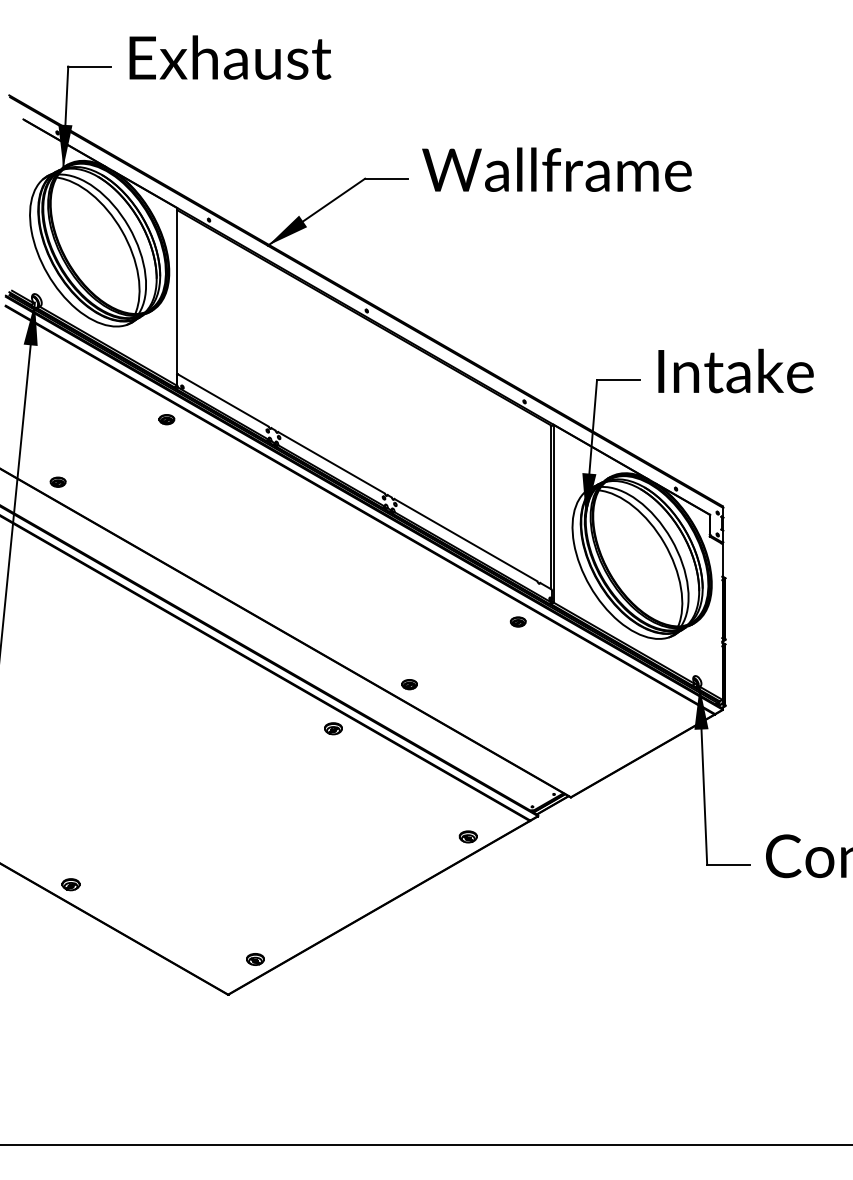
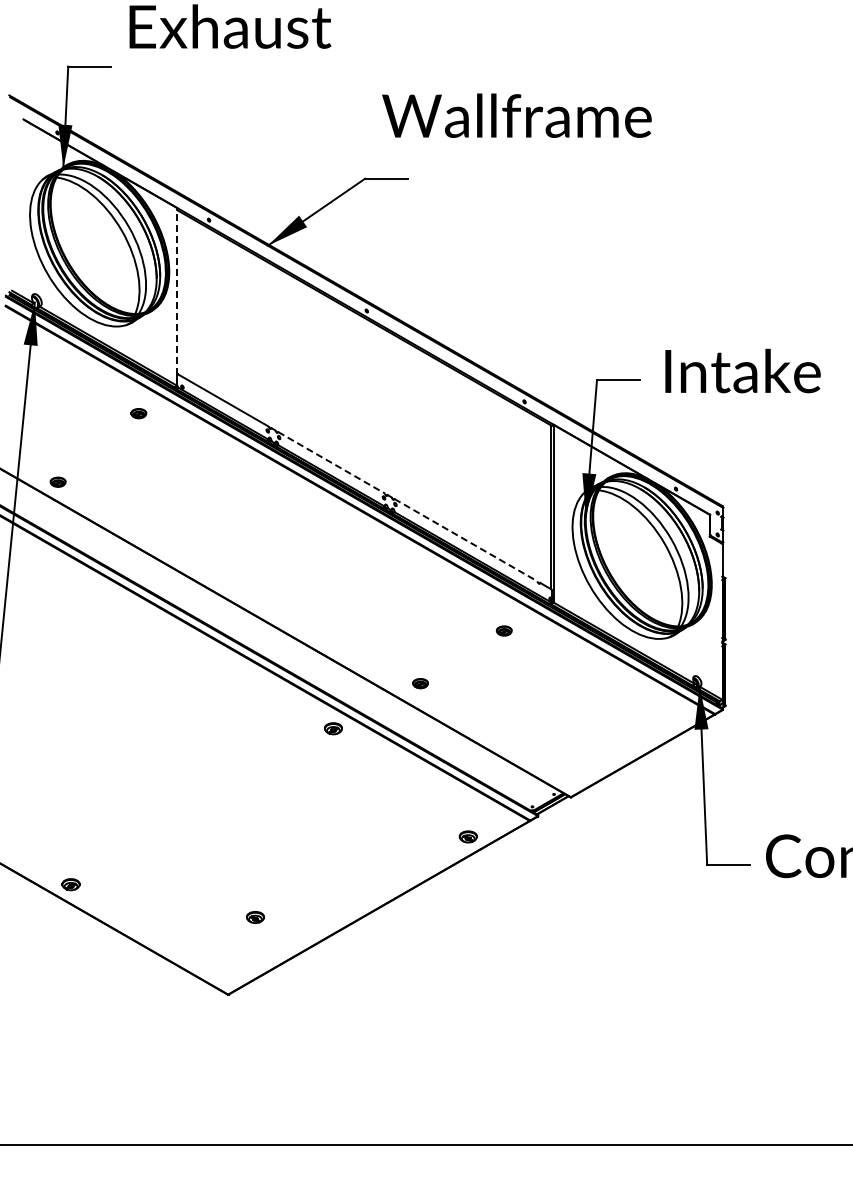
text at (230, 57) position: (230, 57) -> (230, 26)
text at (556, 169) position: (556, 169) -> (516, 115)
line at (177, 296): solid -> dashed
text at (735, 370) position: (735, 370) -> (742, 370)
part at (166, 419) position: (166, 419) -> (138, 413)
line at (331, 462): solid -> dashed
line at (466, 540): solid -> dashed
part at (517, 621) position: (517, 621) -> (503, 630)
part at (409, 684) position: (409, 684) -> (420, 683)
part at (255, 959) position: (255, 959) -> (255, 917)
